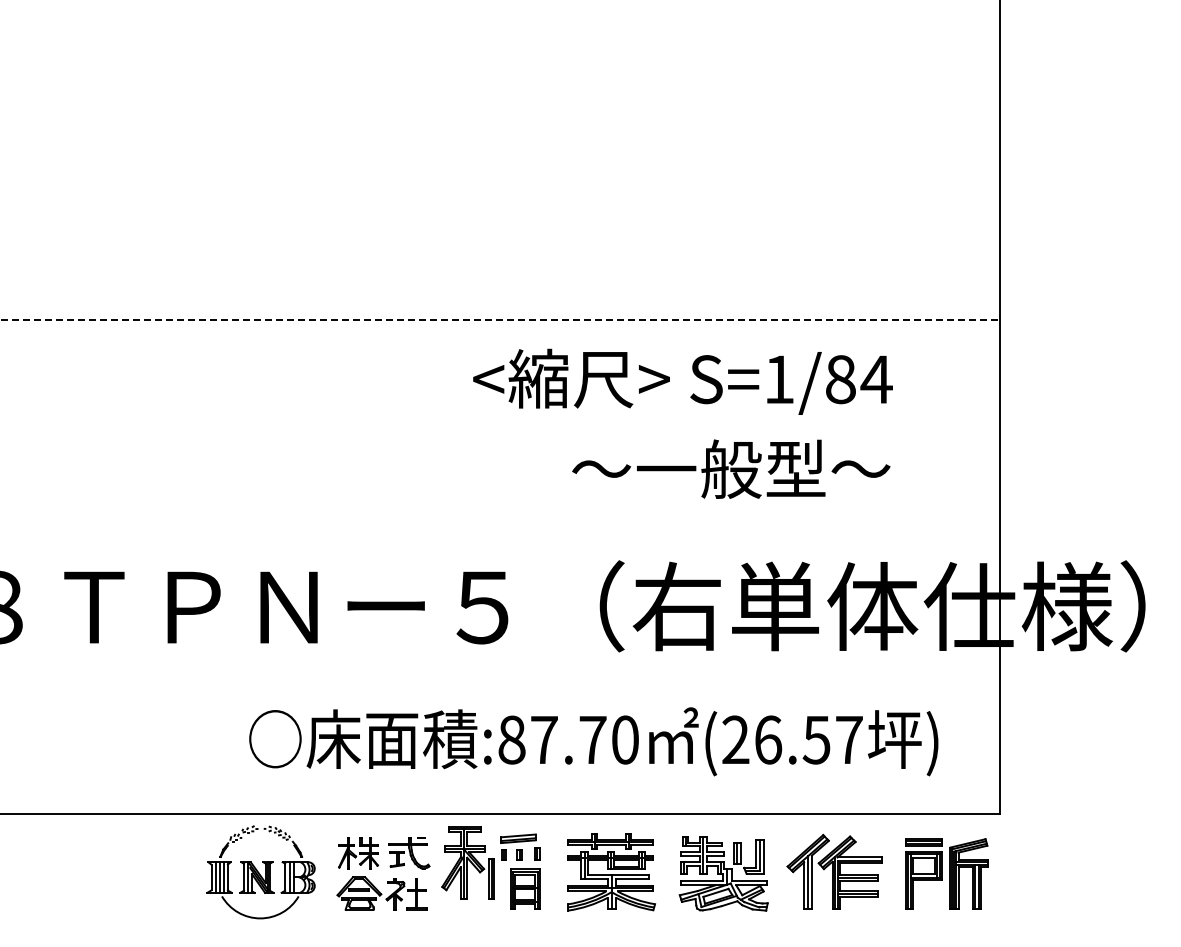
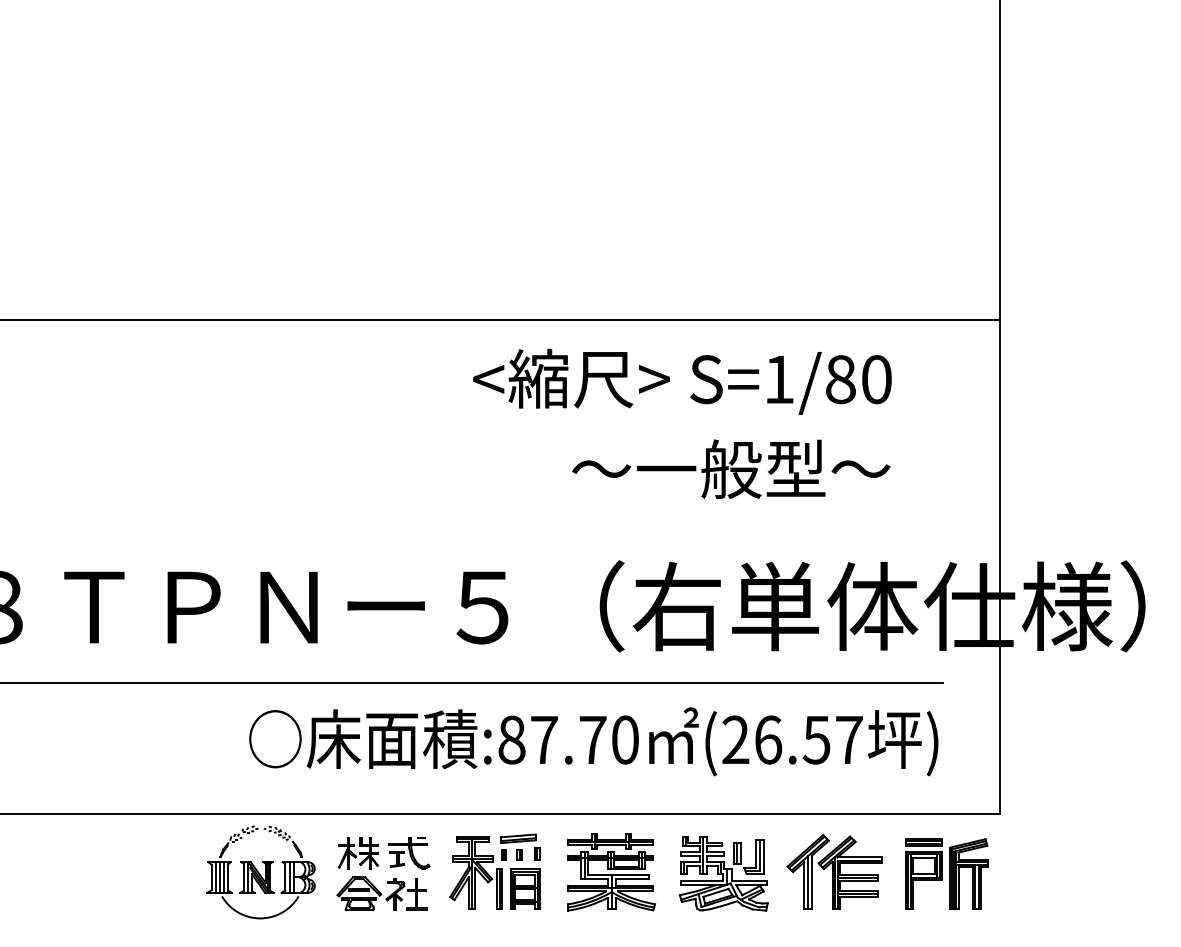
line at (500, 320): dashed -> solid
text at (876, 379): S=1/84 -> S=1/80
line at (472, 683): none -> present
part at (467, 862) position: (467, 862) -> (475, 872)
